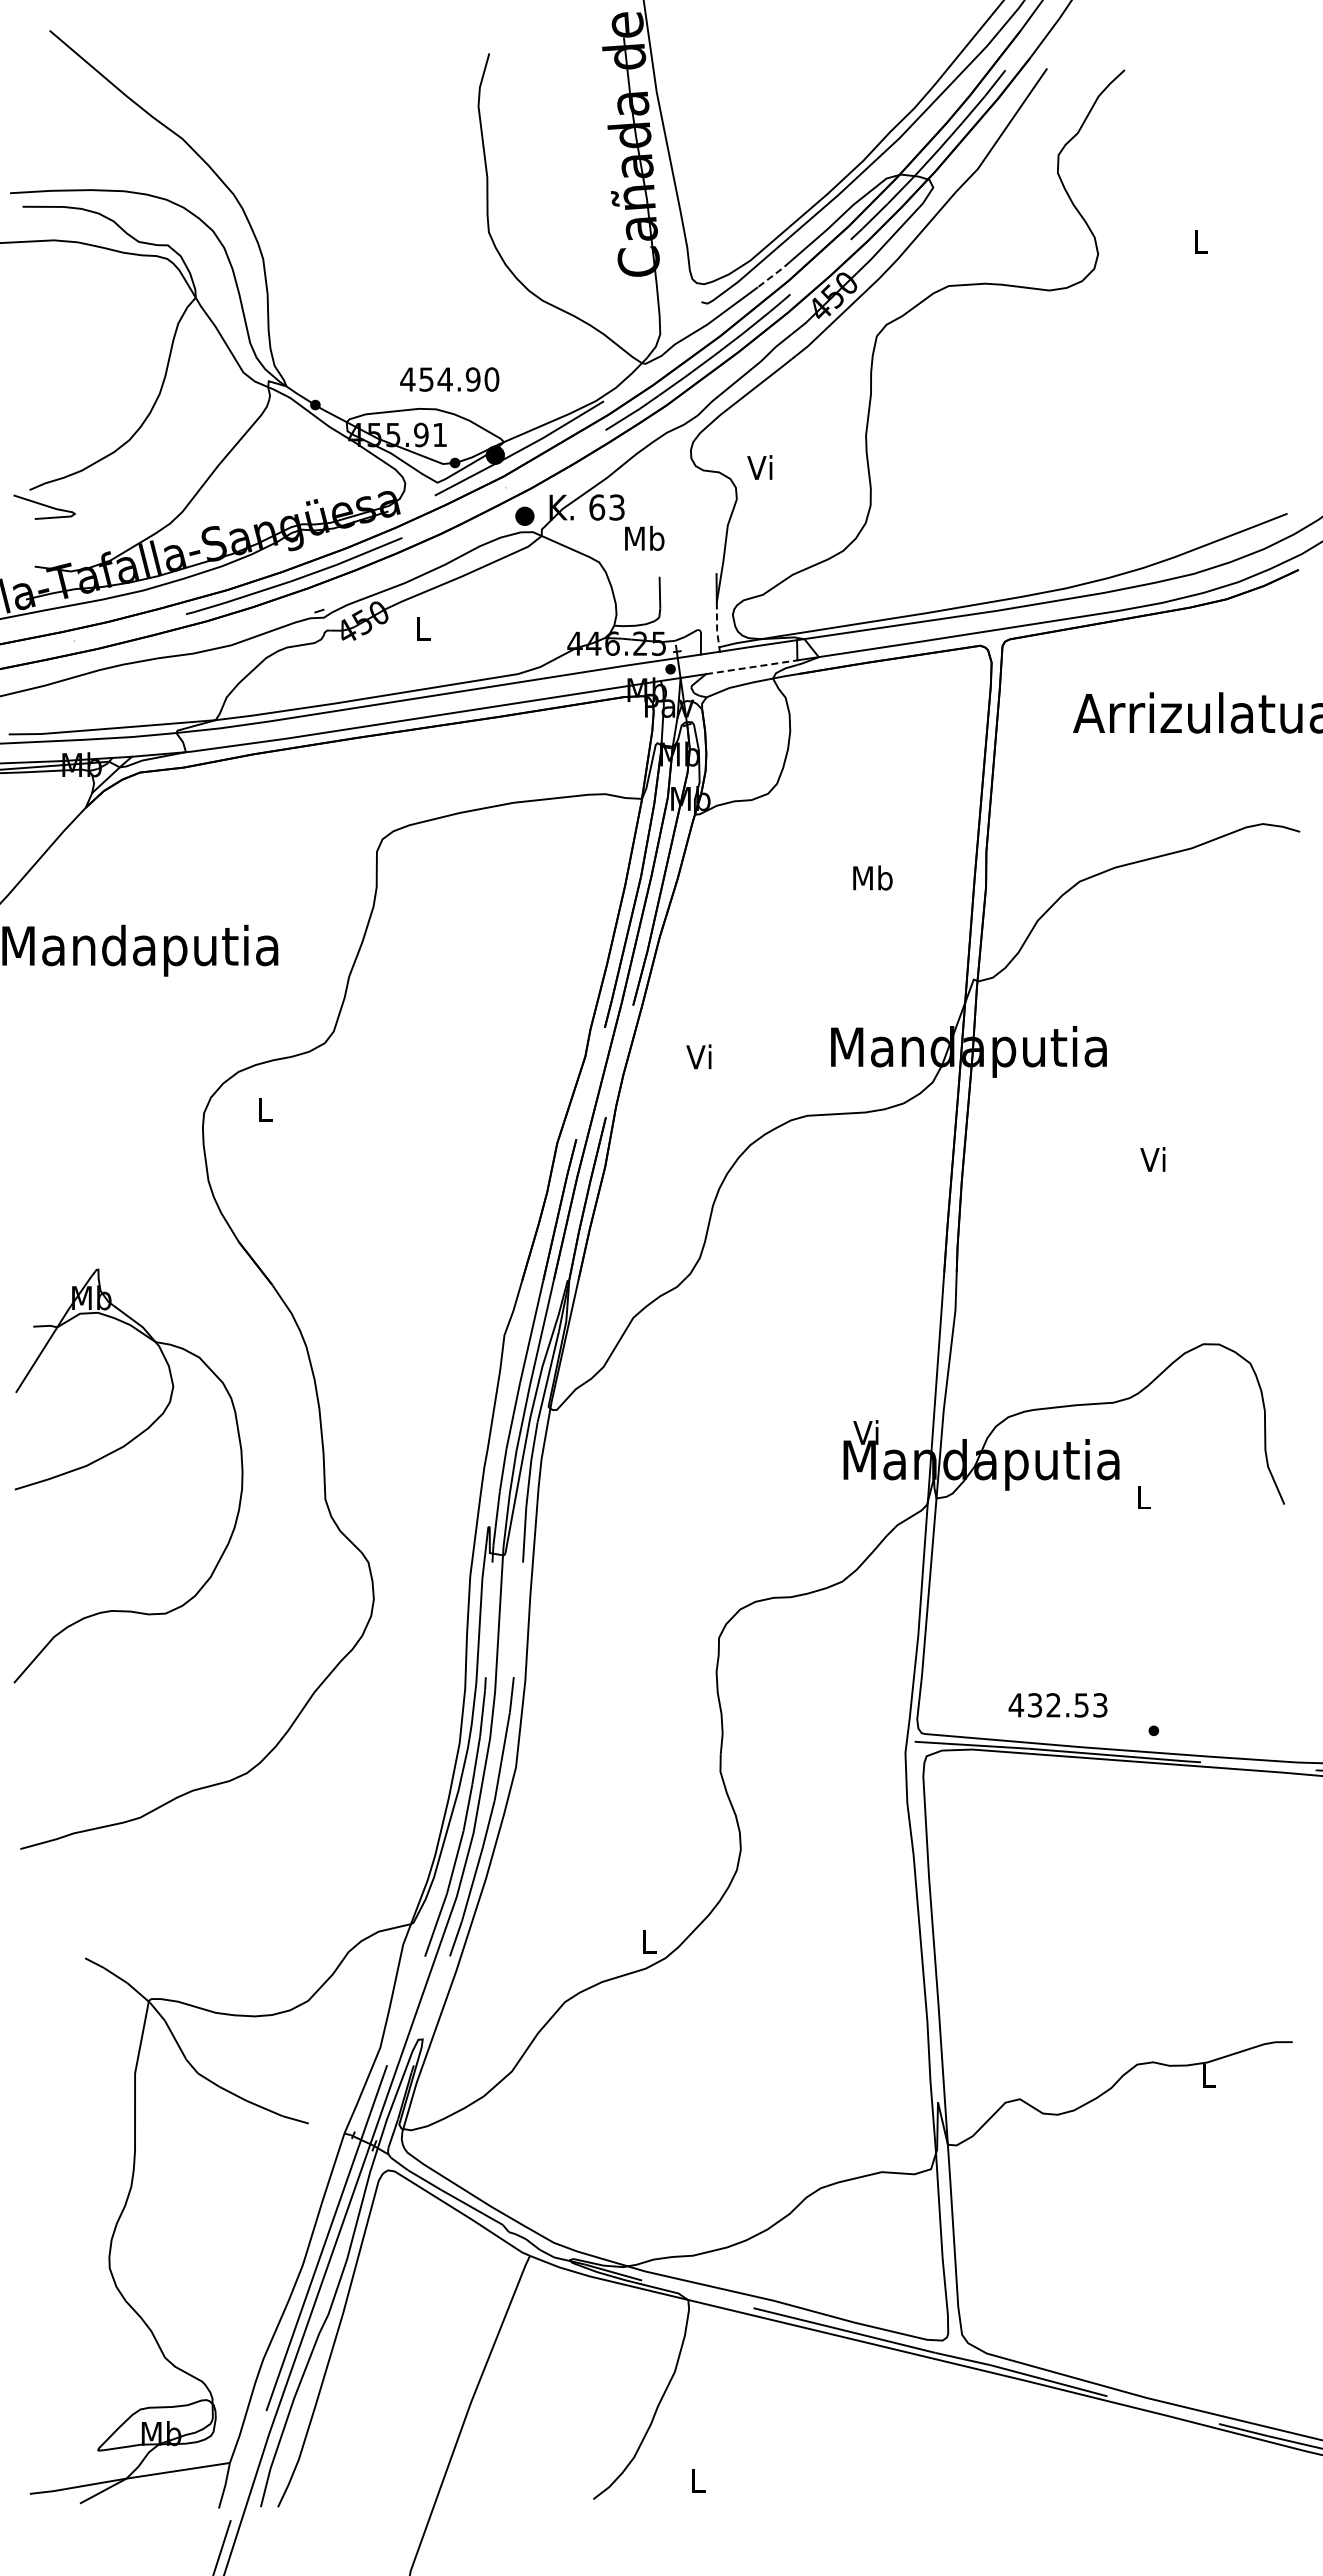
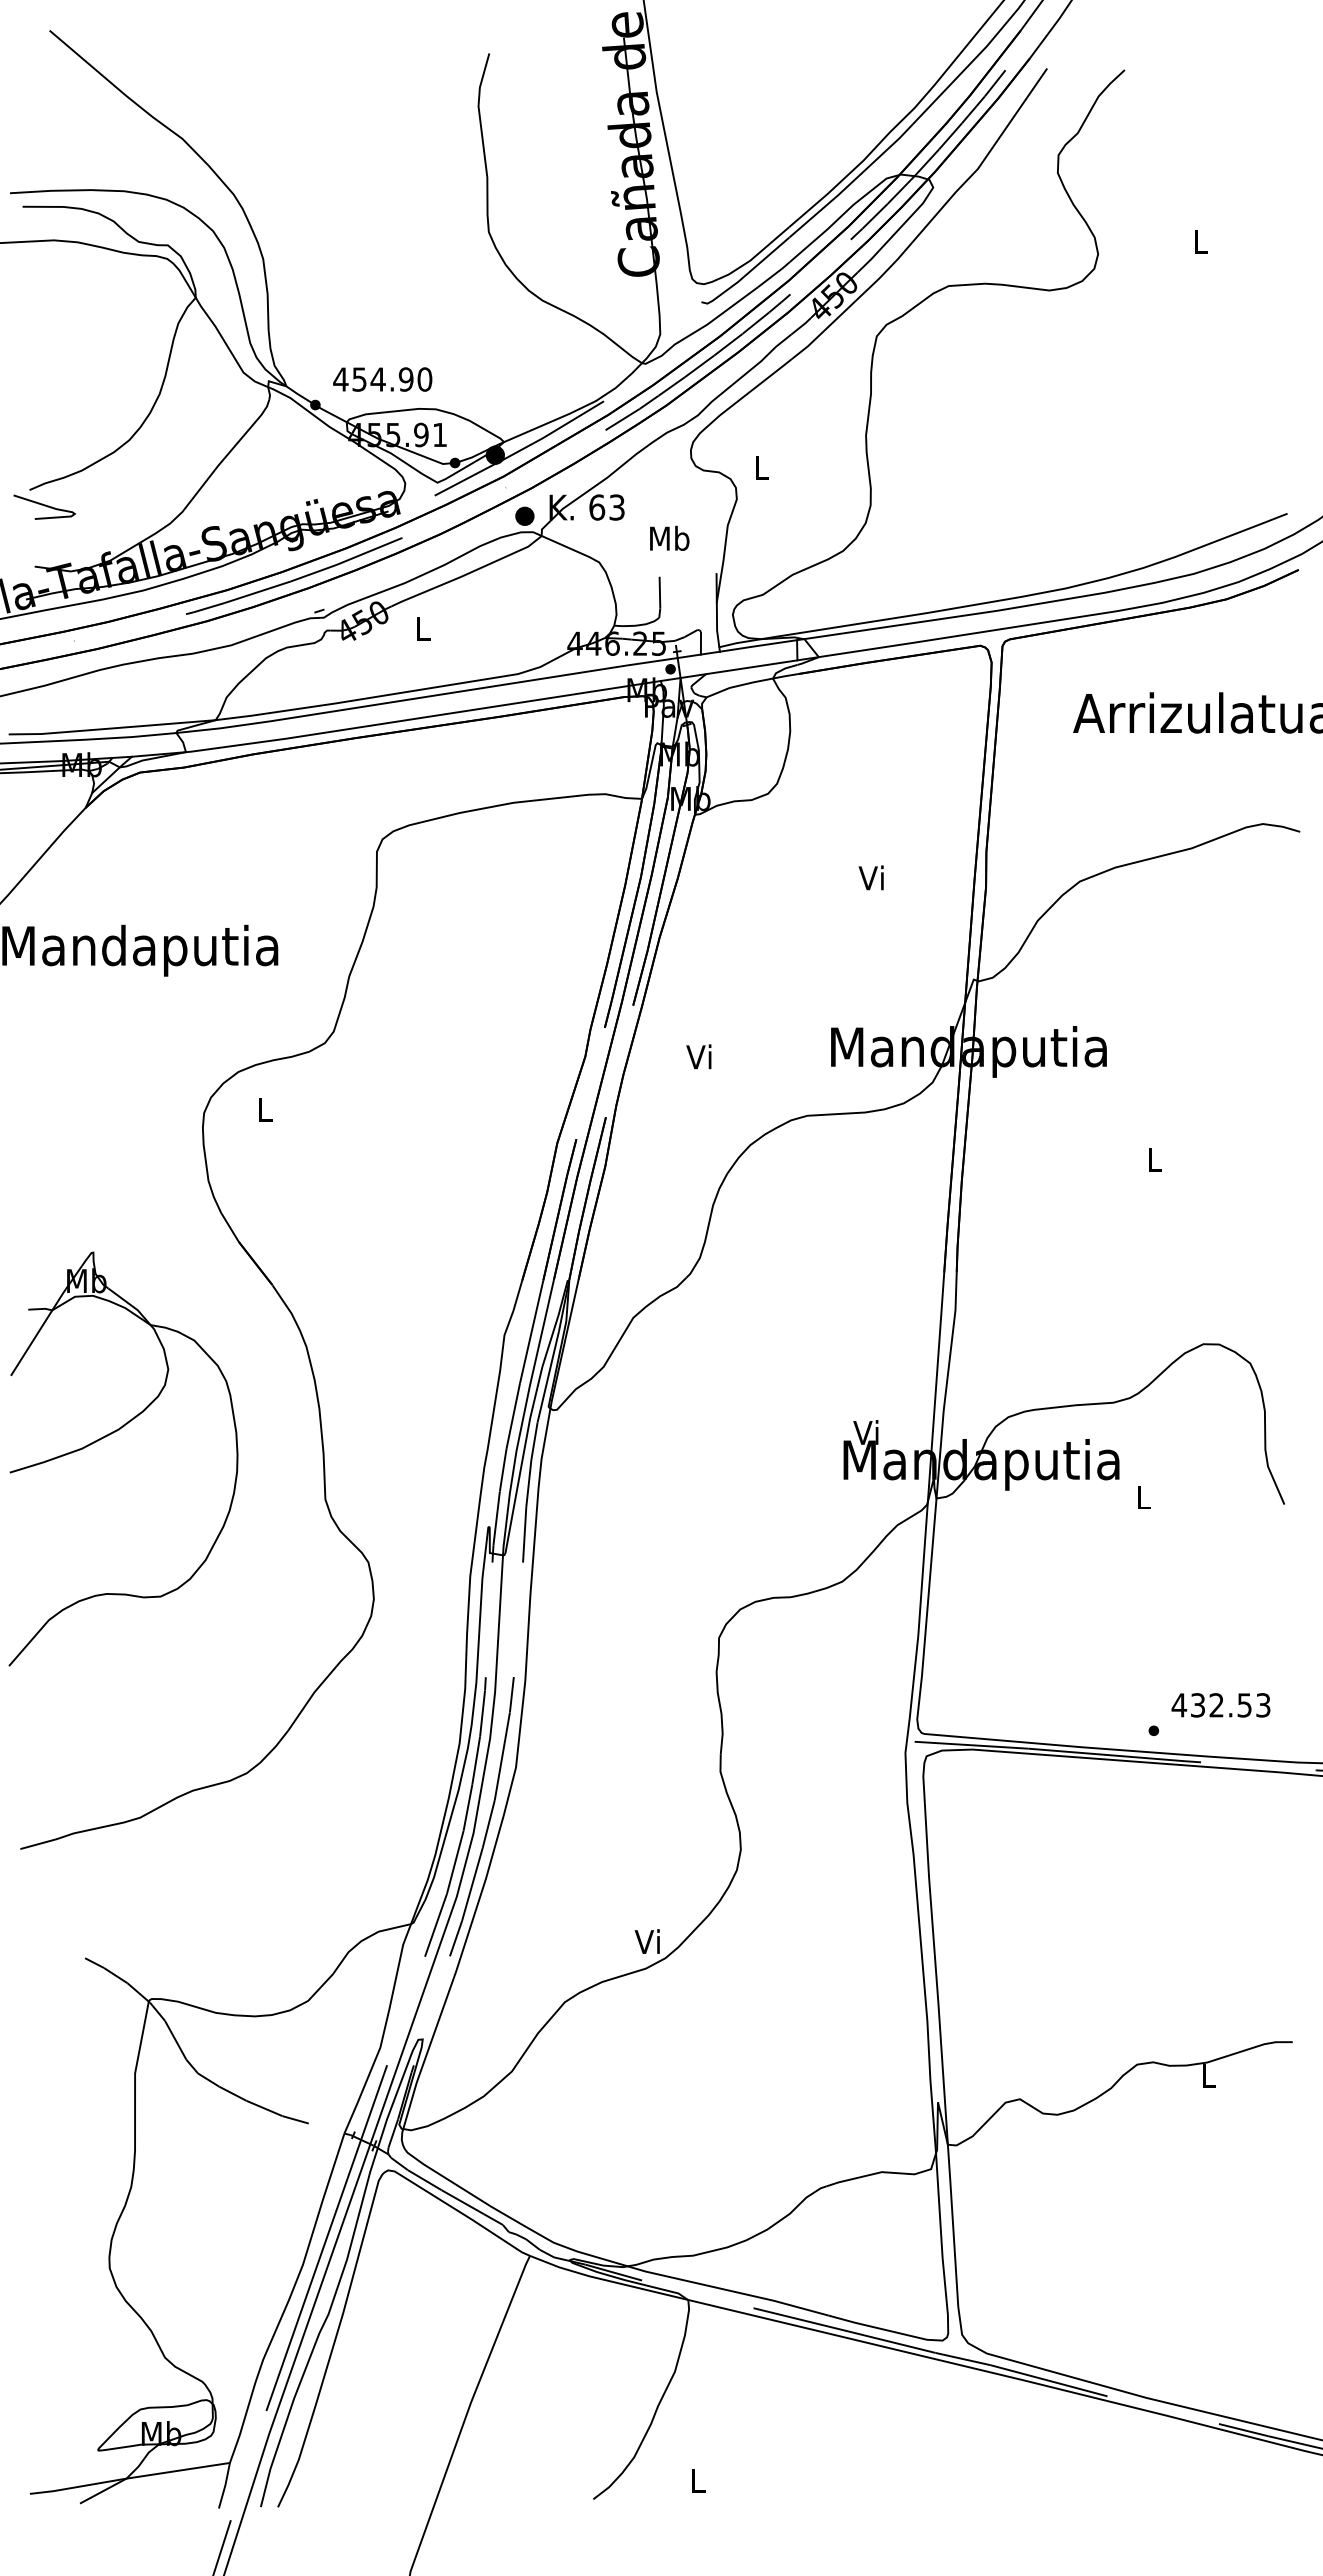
line at (774, 274): dashed -> solid
text at (449, 379) position: (449, 379) -> (382, 379)
text at (759, 467): Vi -> L
text at (644, 537) position: (644, 537) -> (669, 537)
line at (717, 625): dashed -> solid
line at (752, 667): dashed -> solid
text at (872, 877): Mb -> Vi
text at (1152, 1159): Vi -> L
part at (116, 1451) position: (116, 1451) -> (111, 1434)
text at (1057, 1705) position: (1057, 1705) -> (1220, 1705)
text at (646, 1941): L -> Vi
